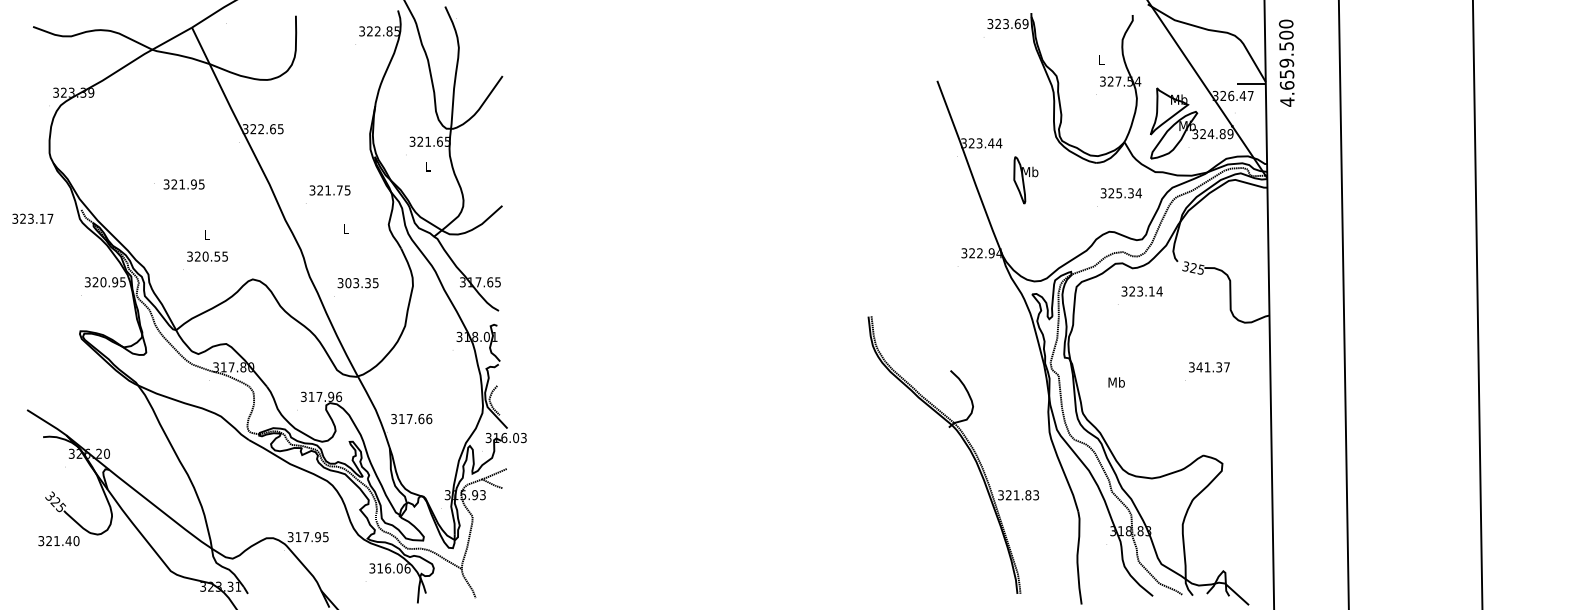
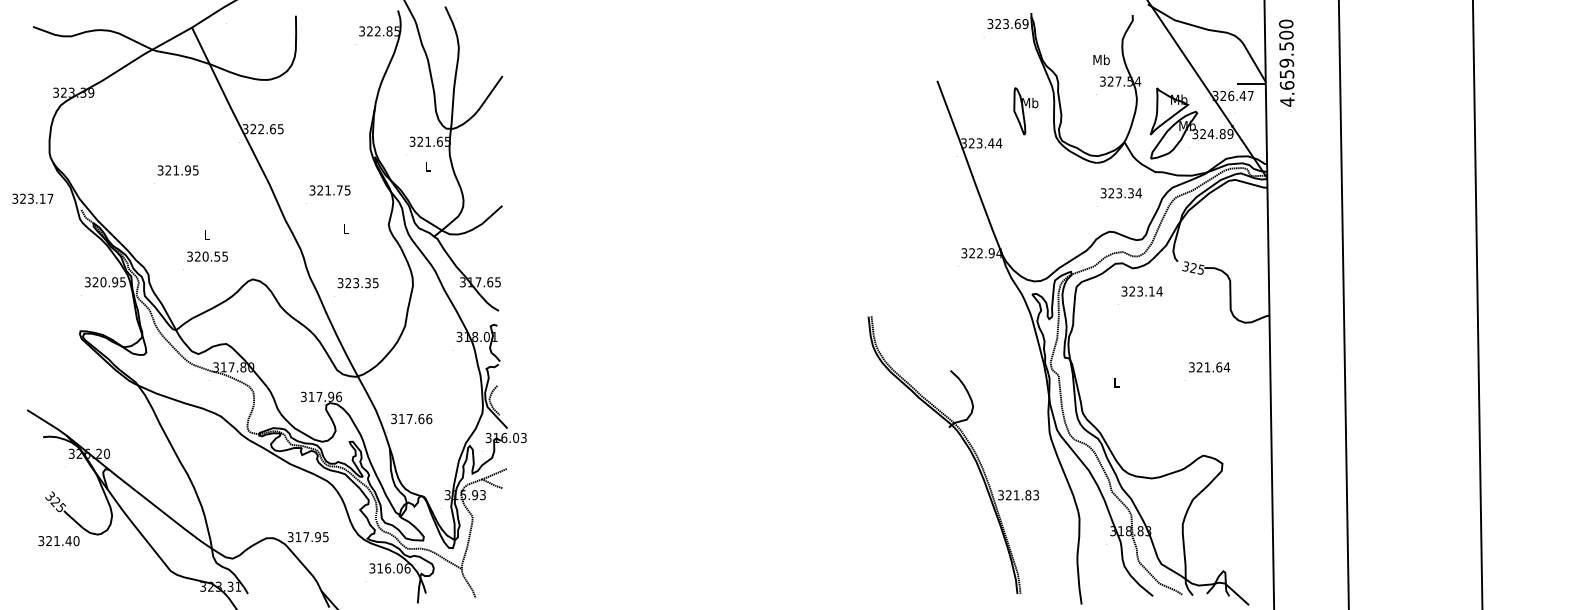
text at (1101, 59): L -> Mb
part at (1025, 180) position: (1025, 180) -> (1025, 111)
text at (183, 184) position: (183, 184) -> (177, 170)
text at (1119, 192): 325.34 -> 323.34
text at (32, 218) position: (32, 218) -> (32, 198)
text at (348, 283): 303.35 -> 323.35
text at (1213, 367): 341.37 -> 321.64
text at (1116, 382): Mb -> L
